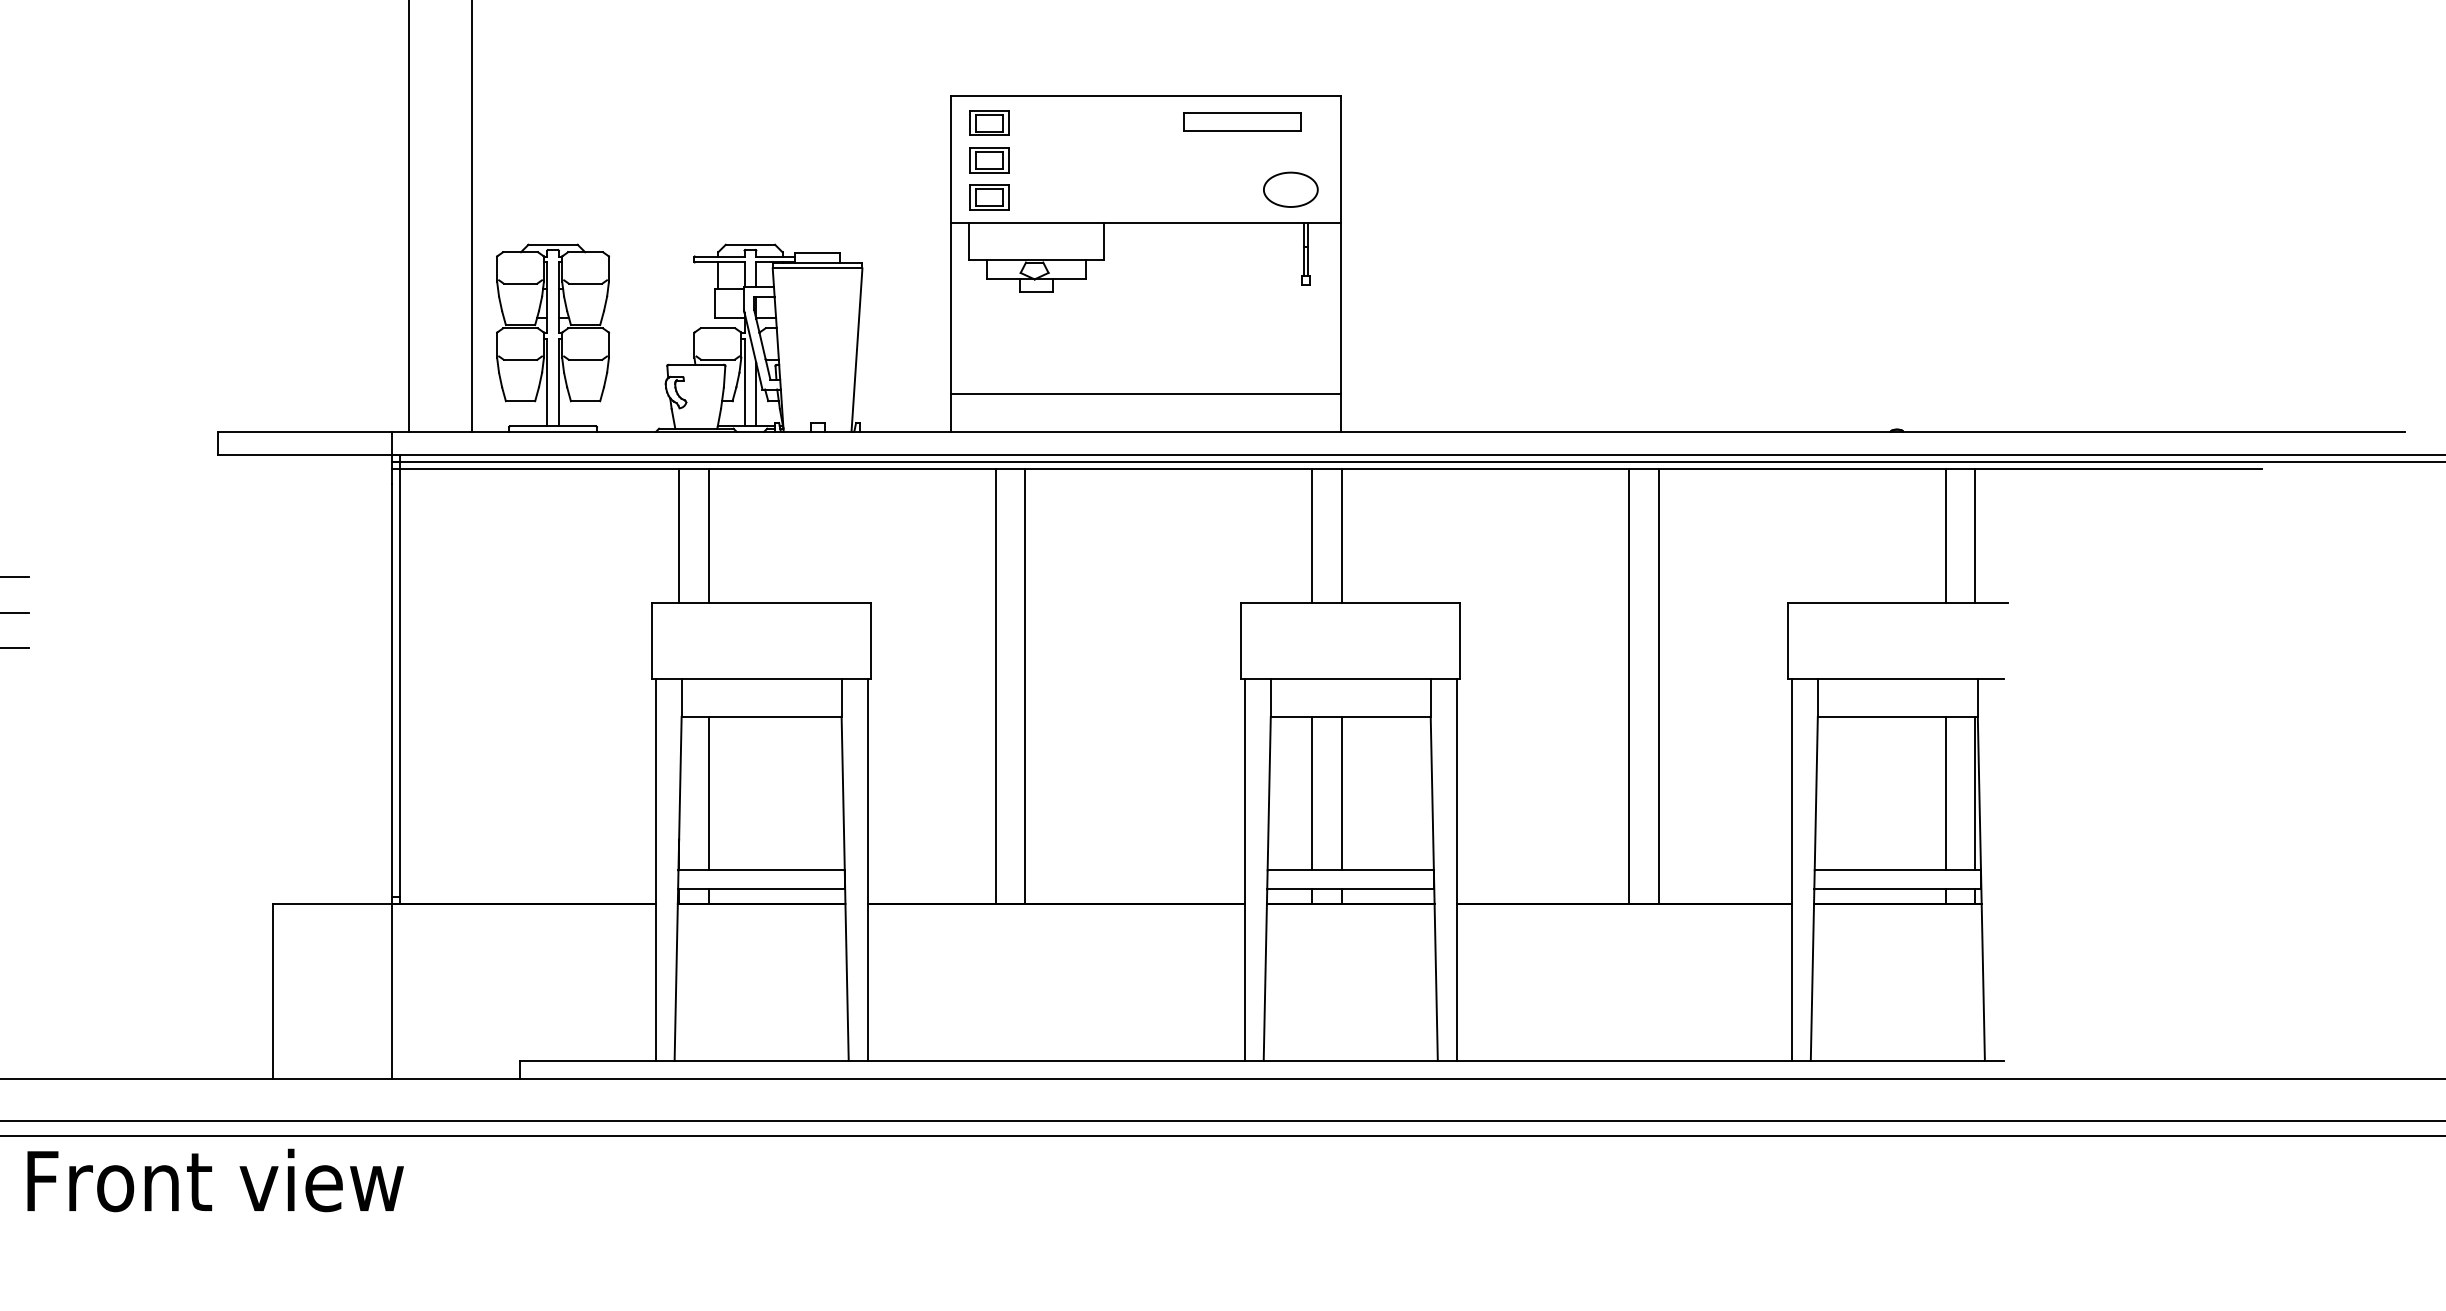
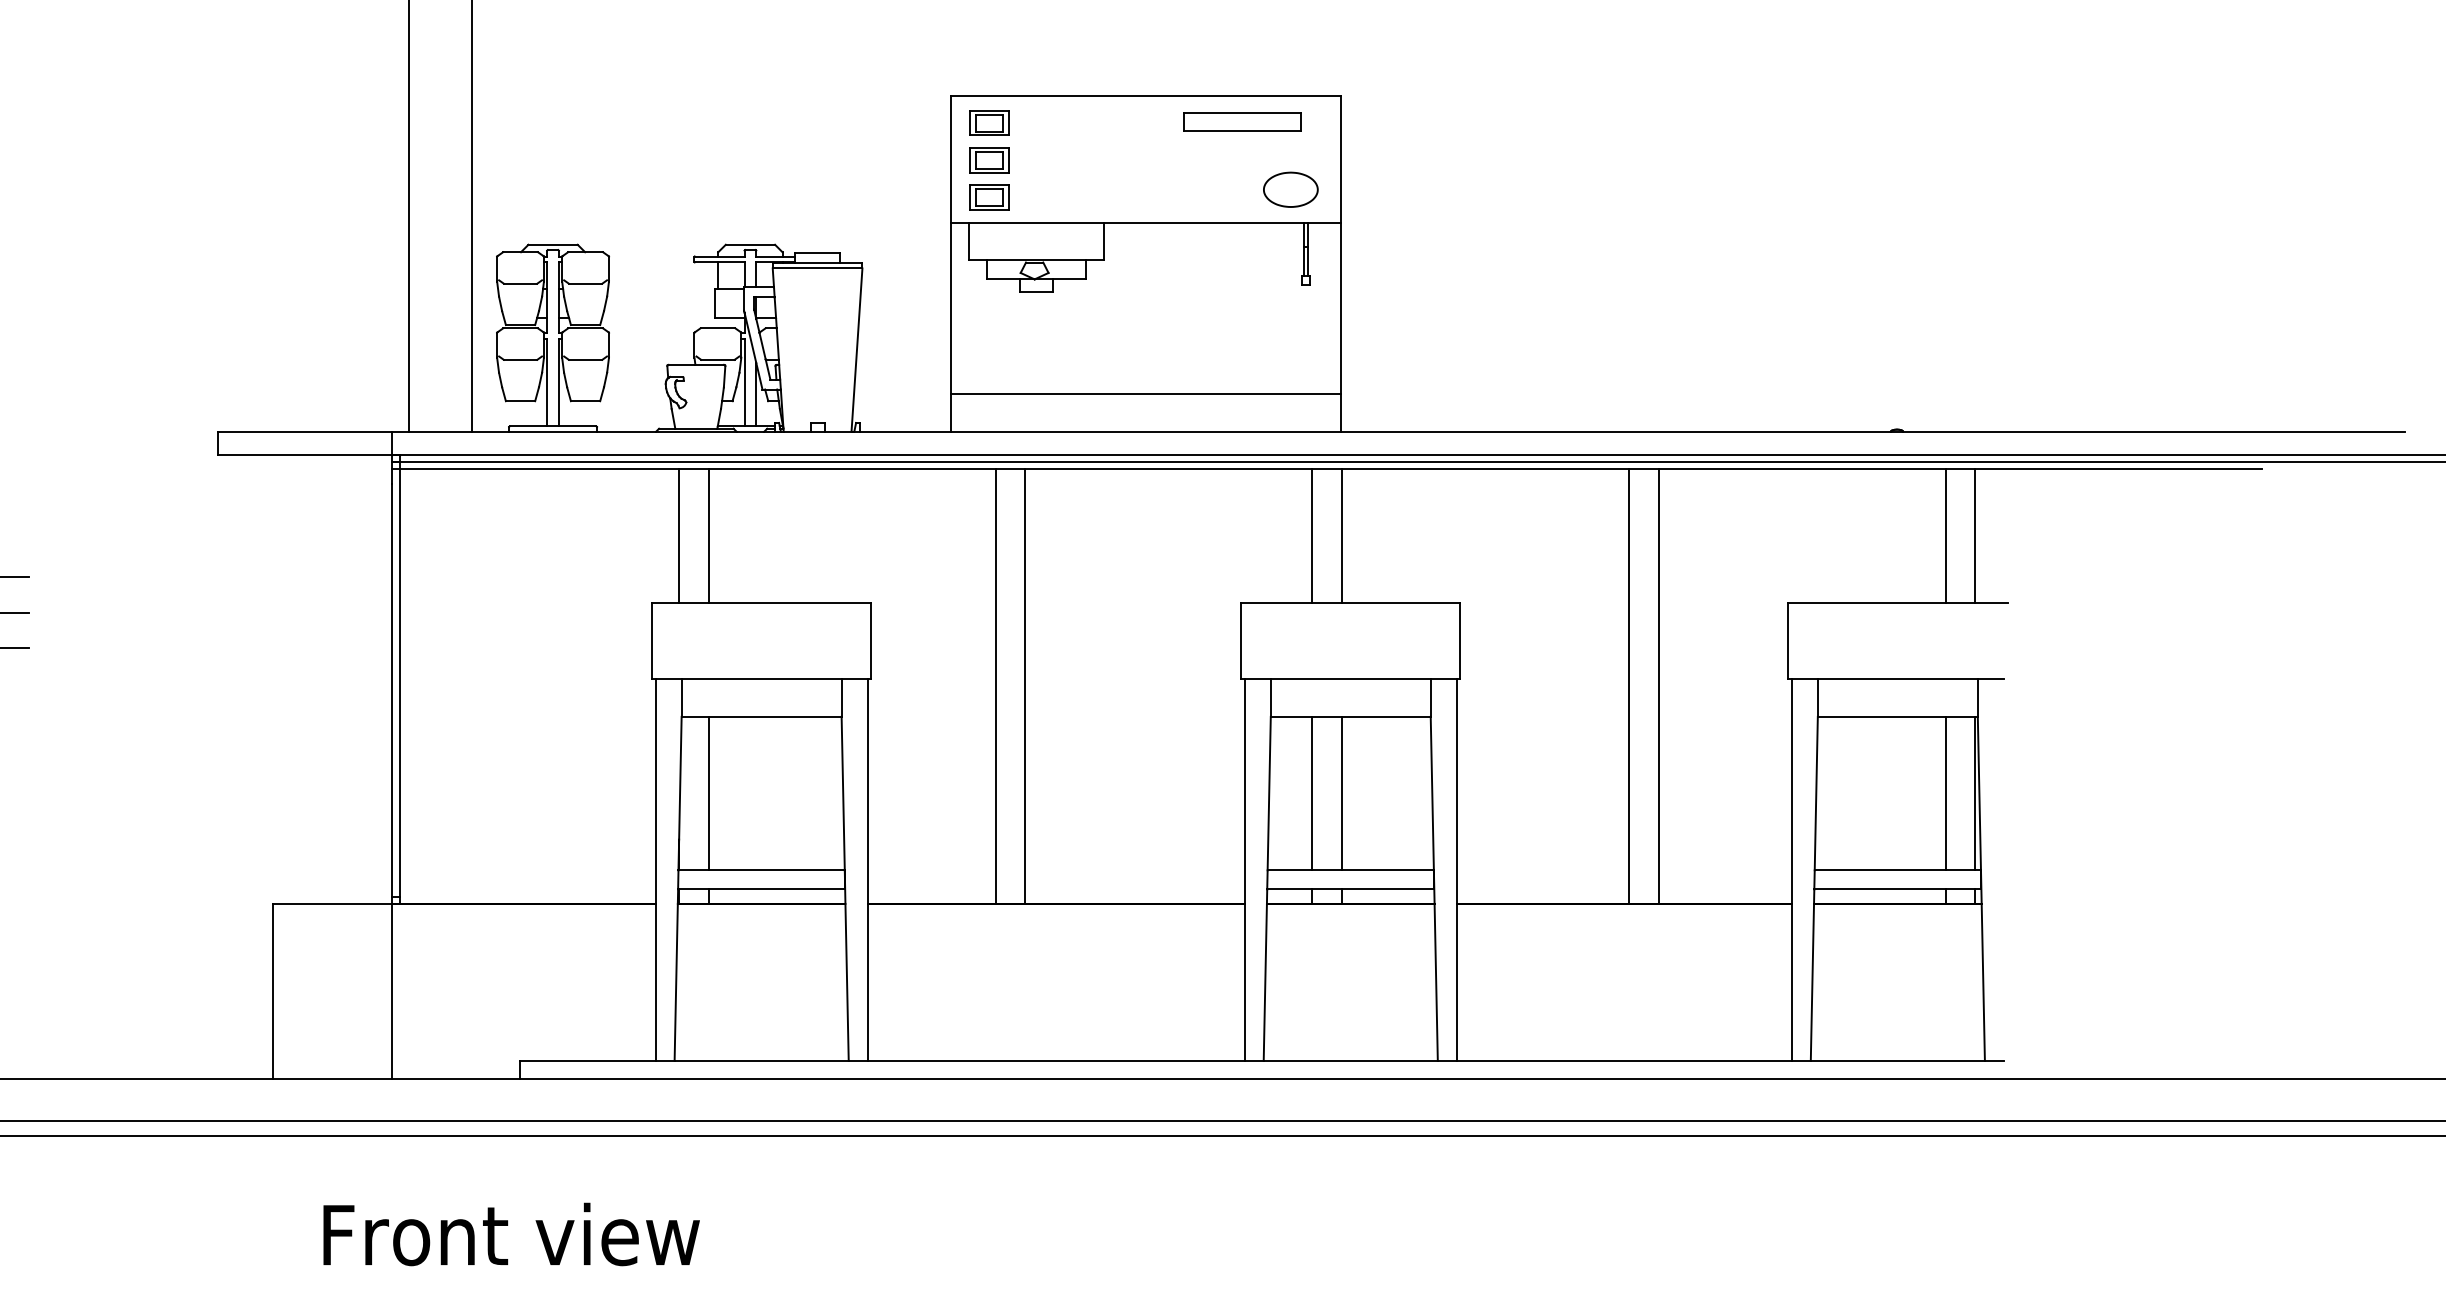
text at (215, 1180) position: (215, 1180) -> (511, 1234)
